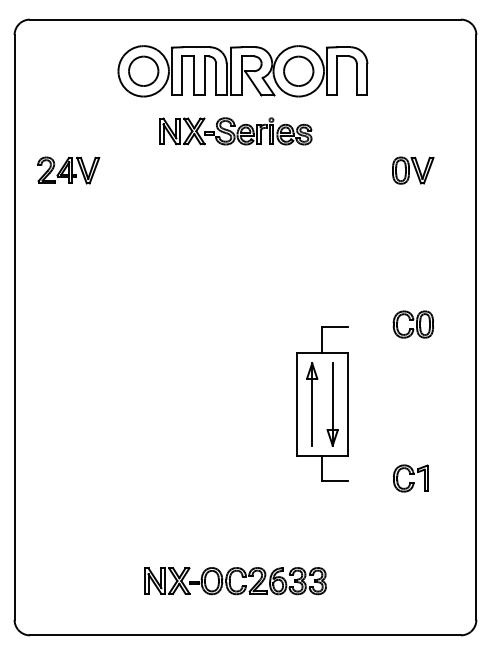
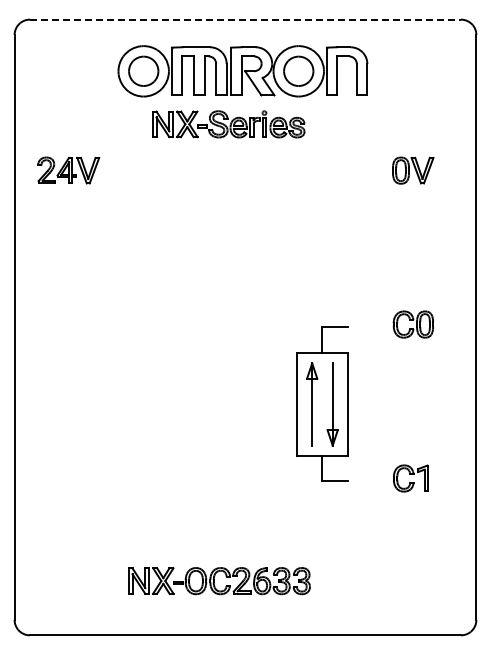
line at (245, 19): solid -> dashed
part at (235, 131) position: (235, 131) -> (228, 124)
part at (235, 581) position: (235, 581) -> (219, 581)
